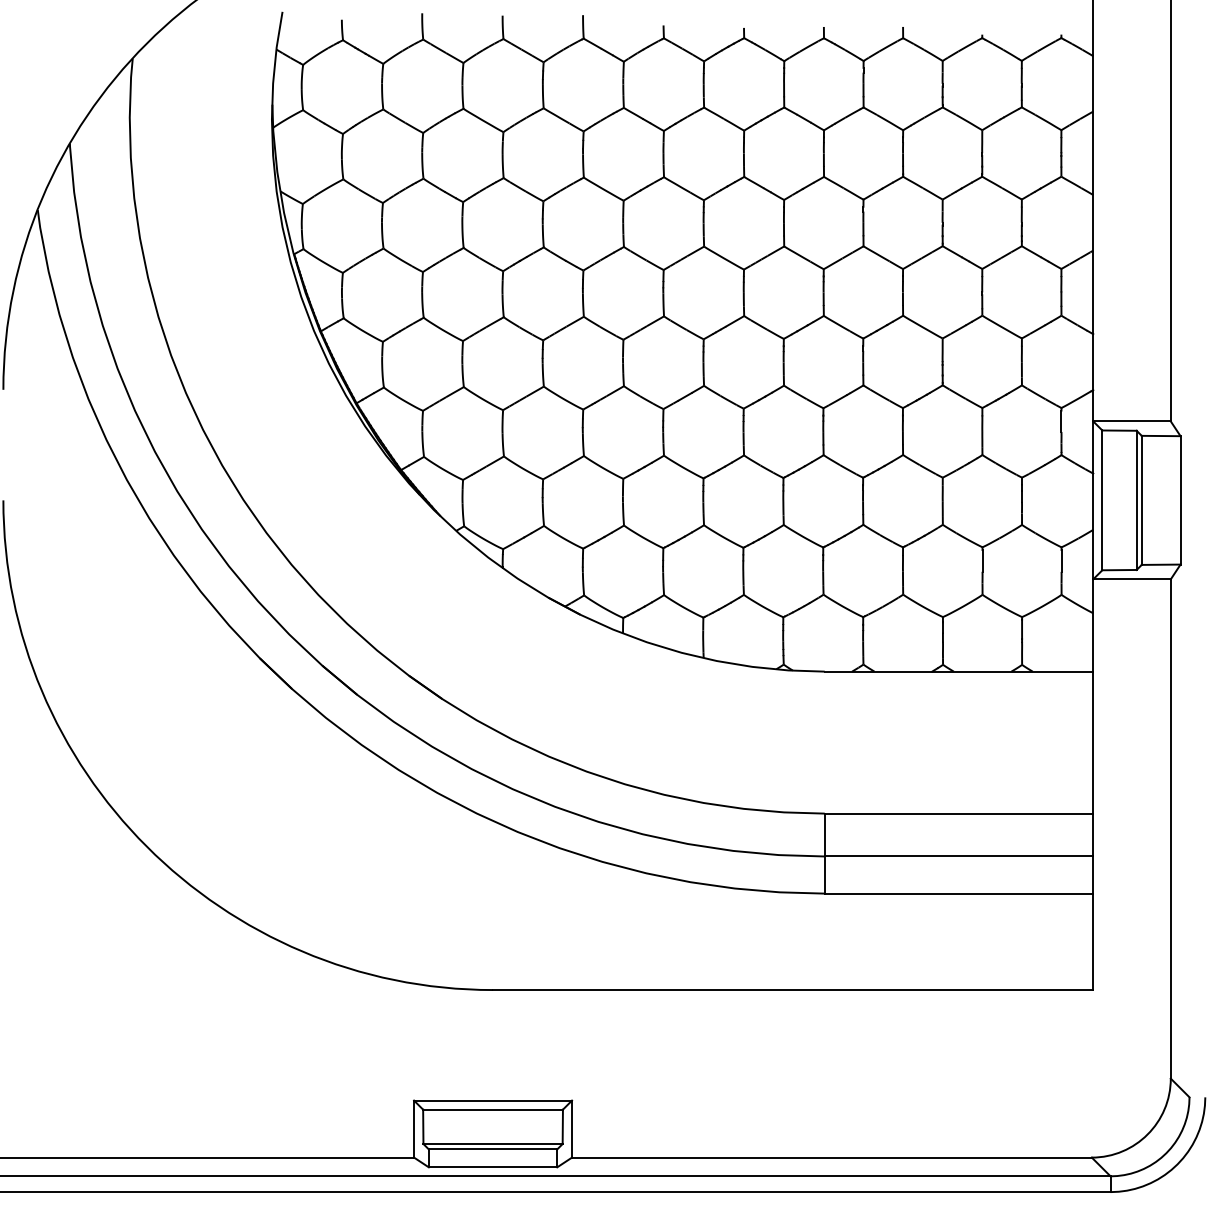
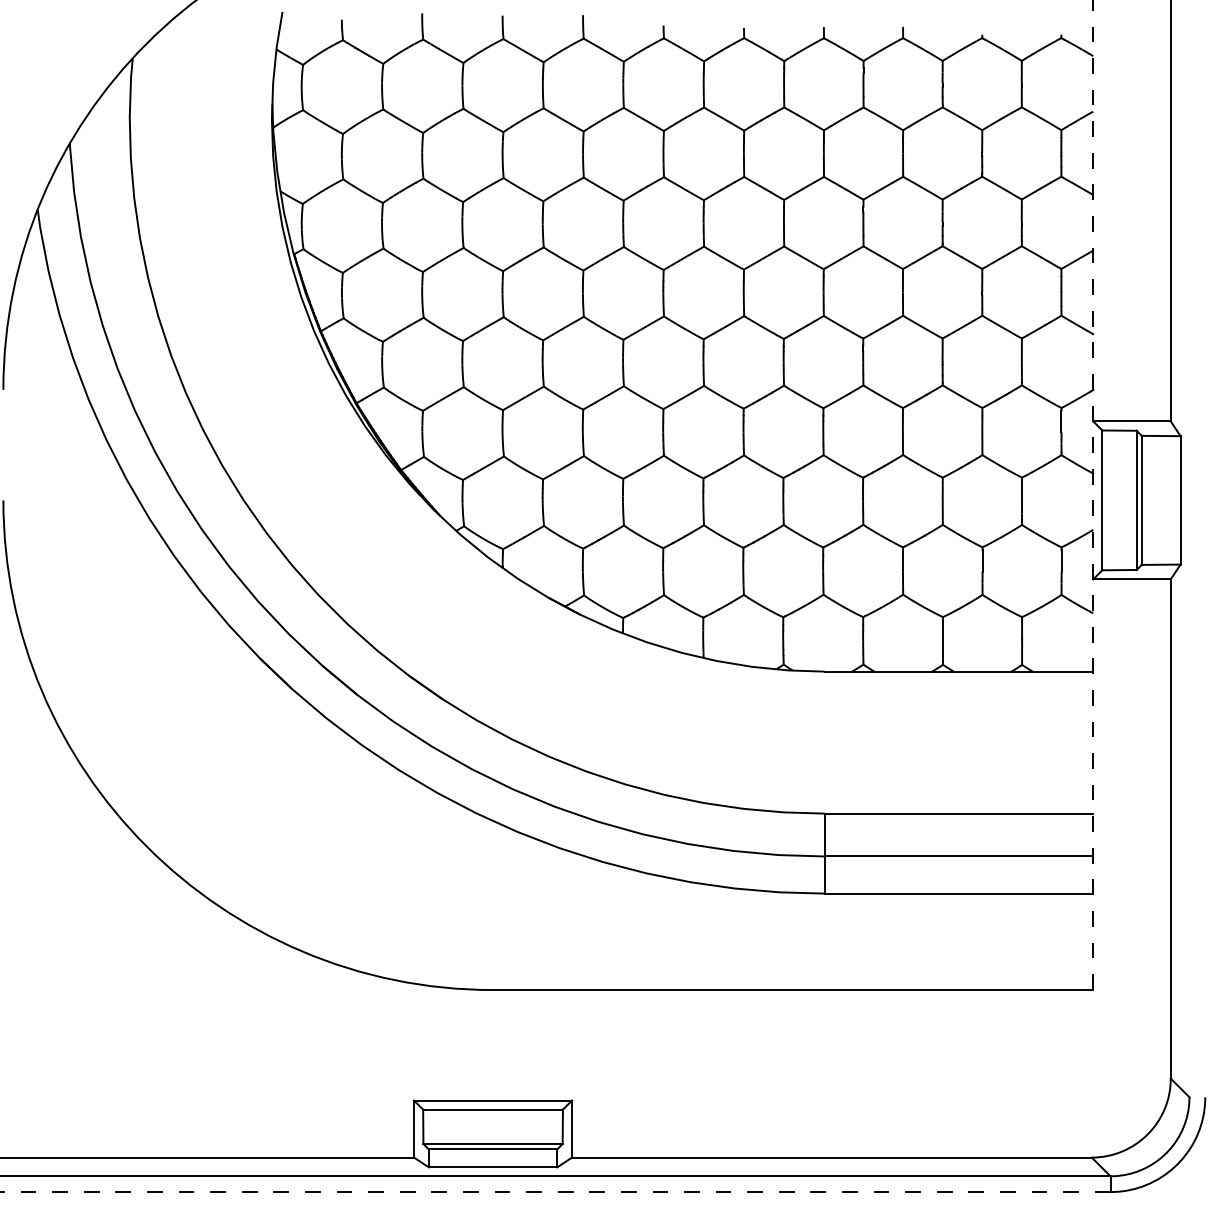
line at (1093, 495): solid -> dashed
line at (555, 1192): solid -> dashed
